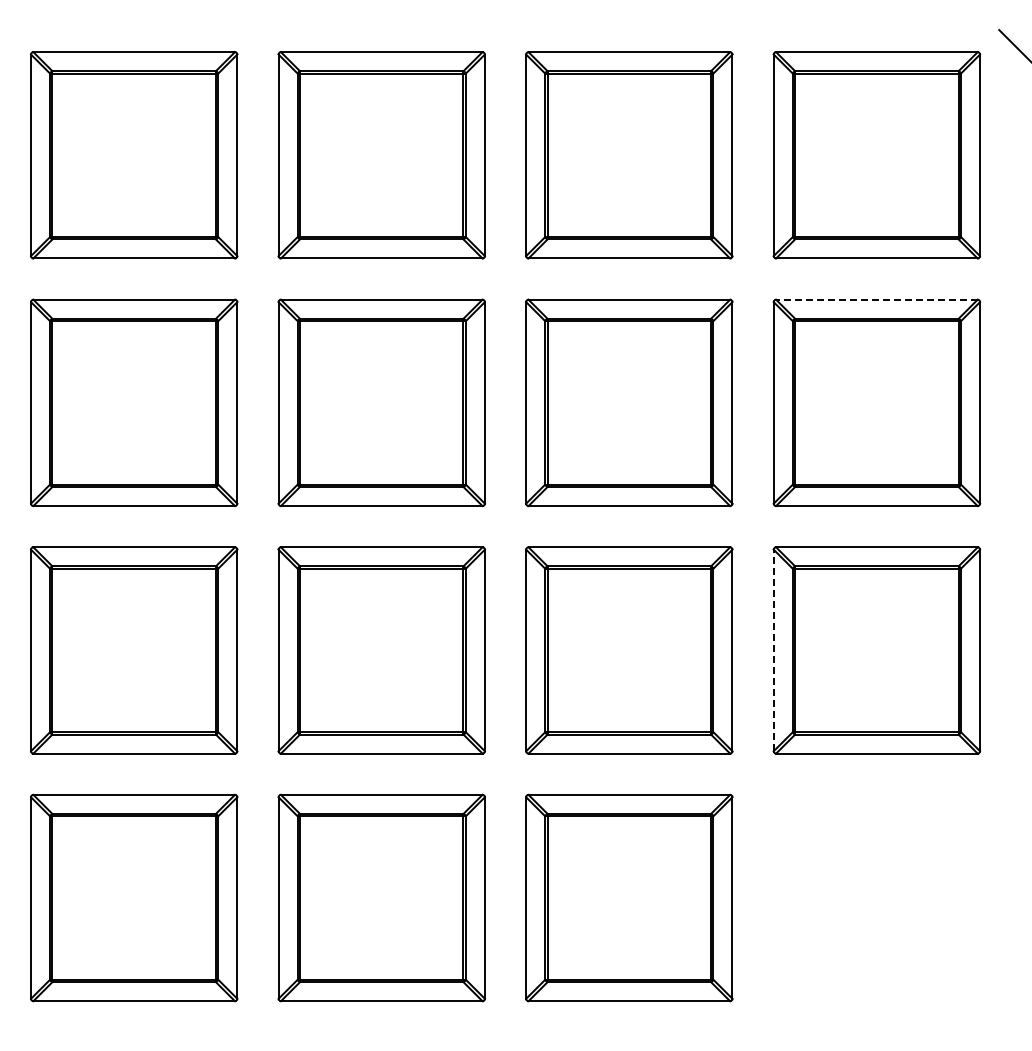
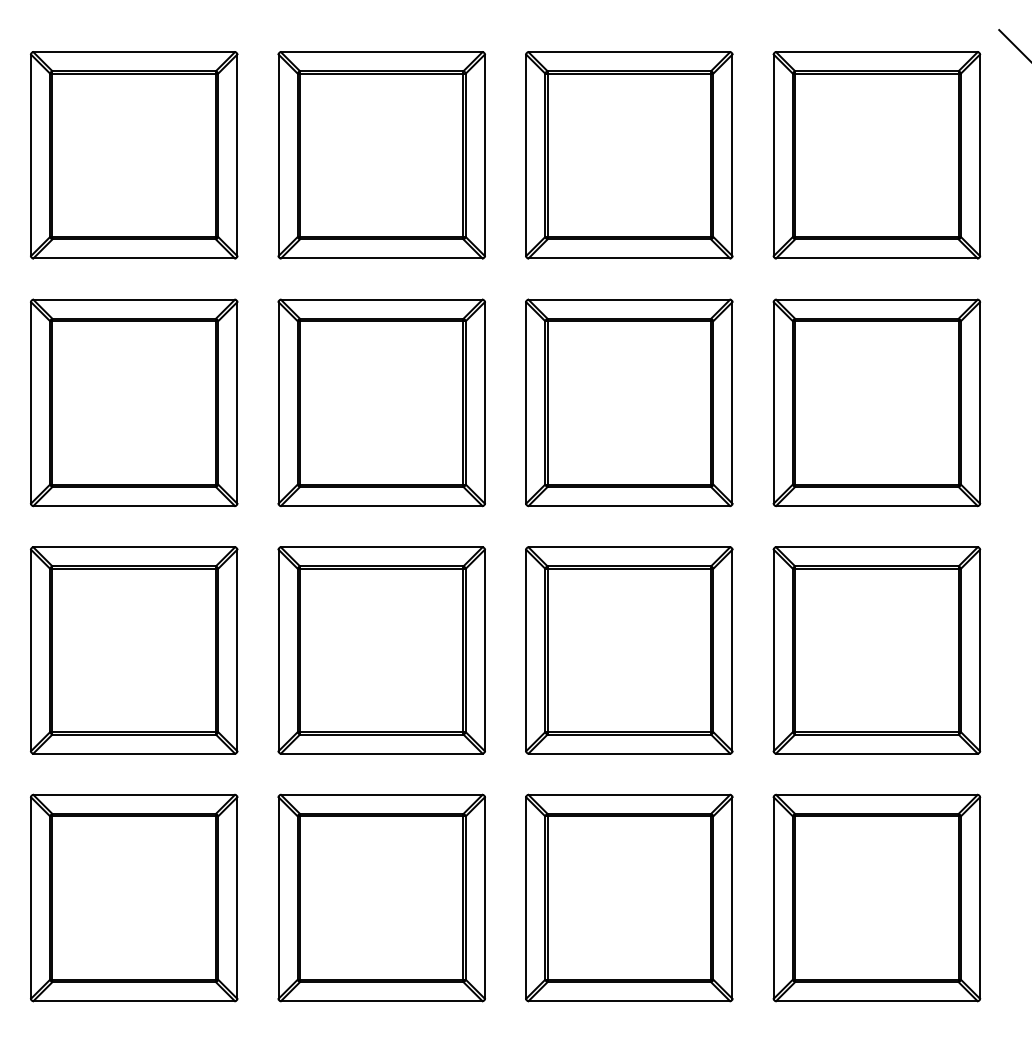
line at (876, 299): dashed -> solid
line at (773, 650): dashed -> solid
part at (876, 897): none -> present
